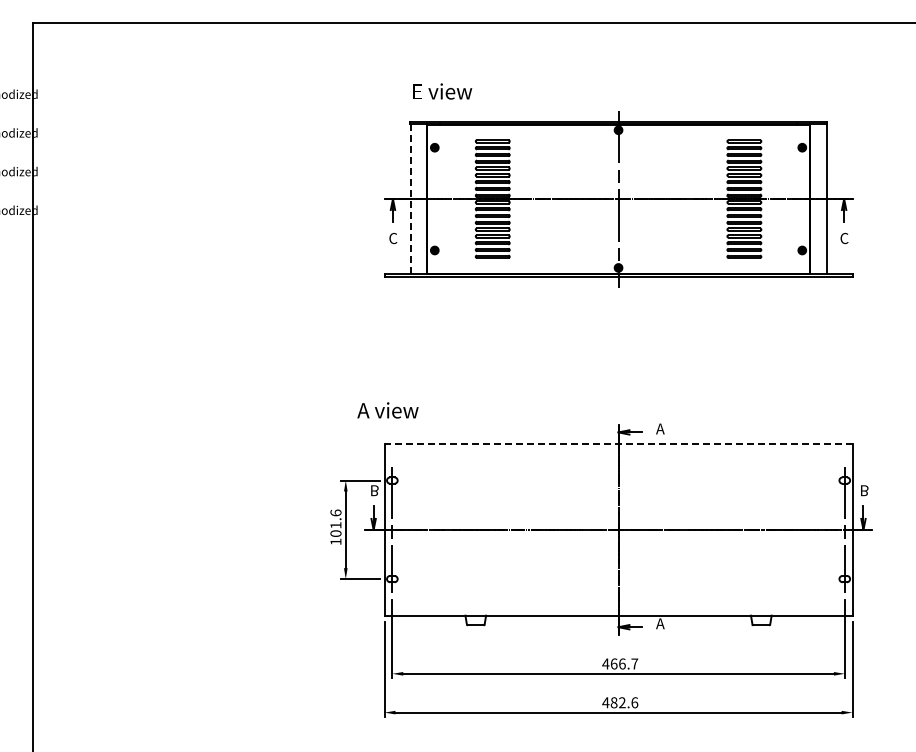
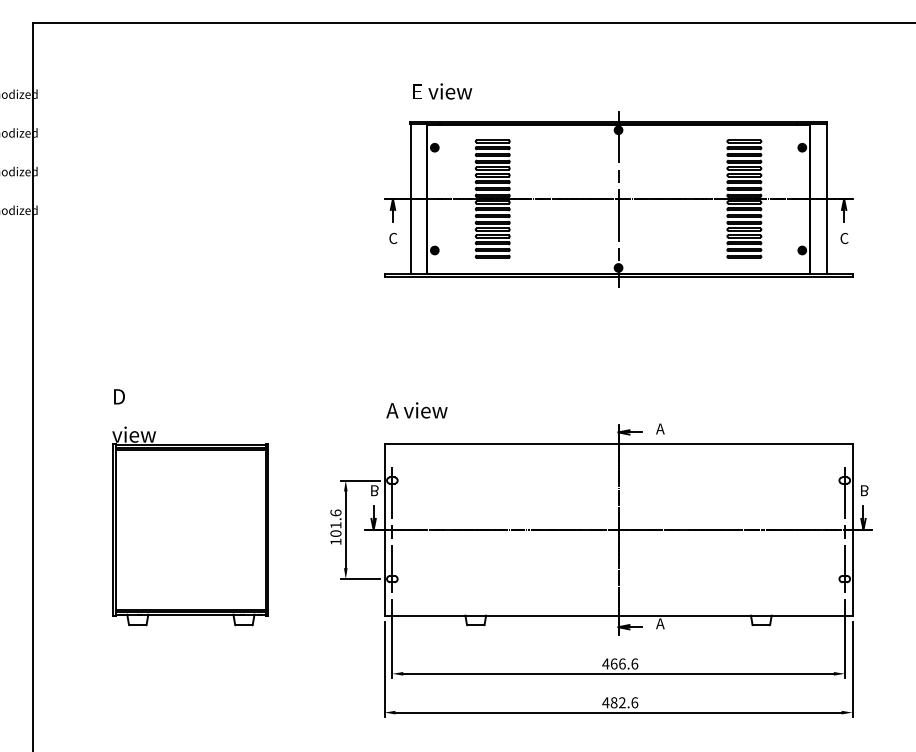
line at (410, 199): dashed -> solid
text at (387, 410) position: (387, 410) -> (416, 410)
line at (618, 444): dashed -> solid
part at (190, 507): none -> present
text at (634, 663): 466.7 -> 466.6
